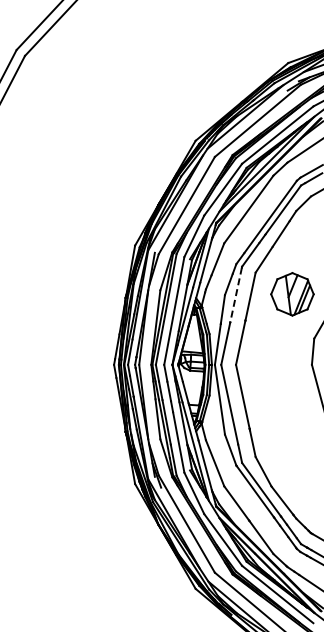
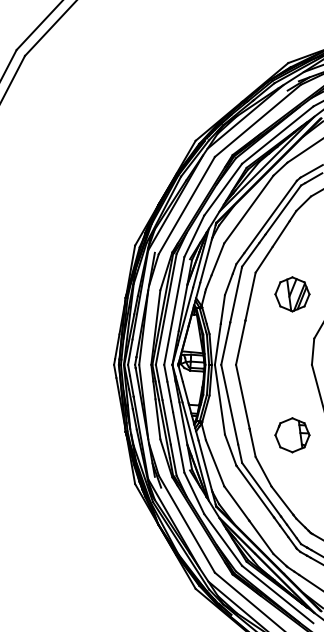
part at (292, 294) size: 45x45 px -> 37x37 px
line at (235, 295): dashed -> solid
part at (292, 435): none -> present
